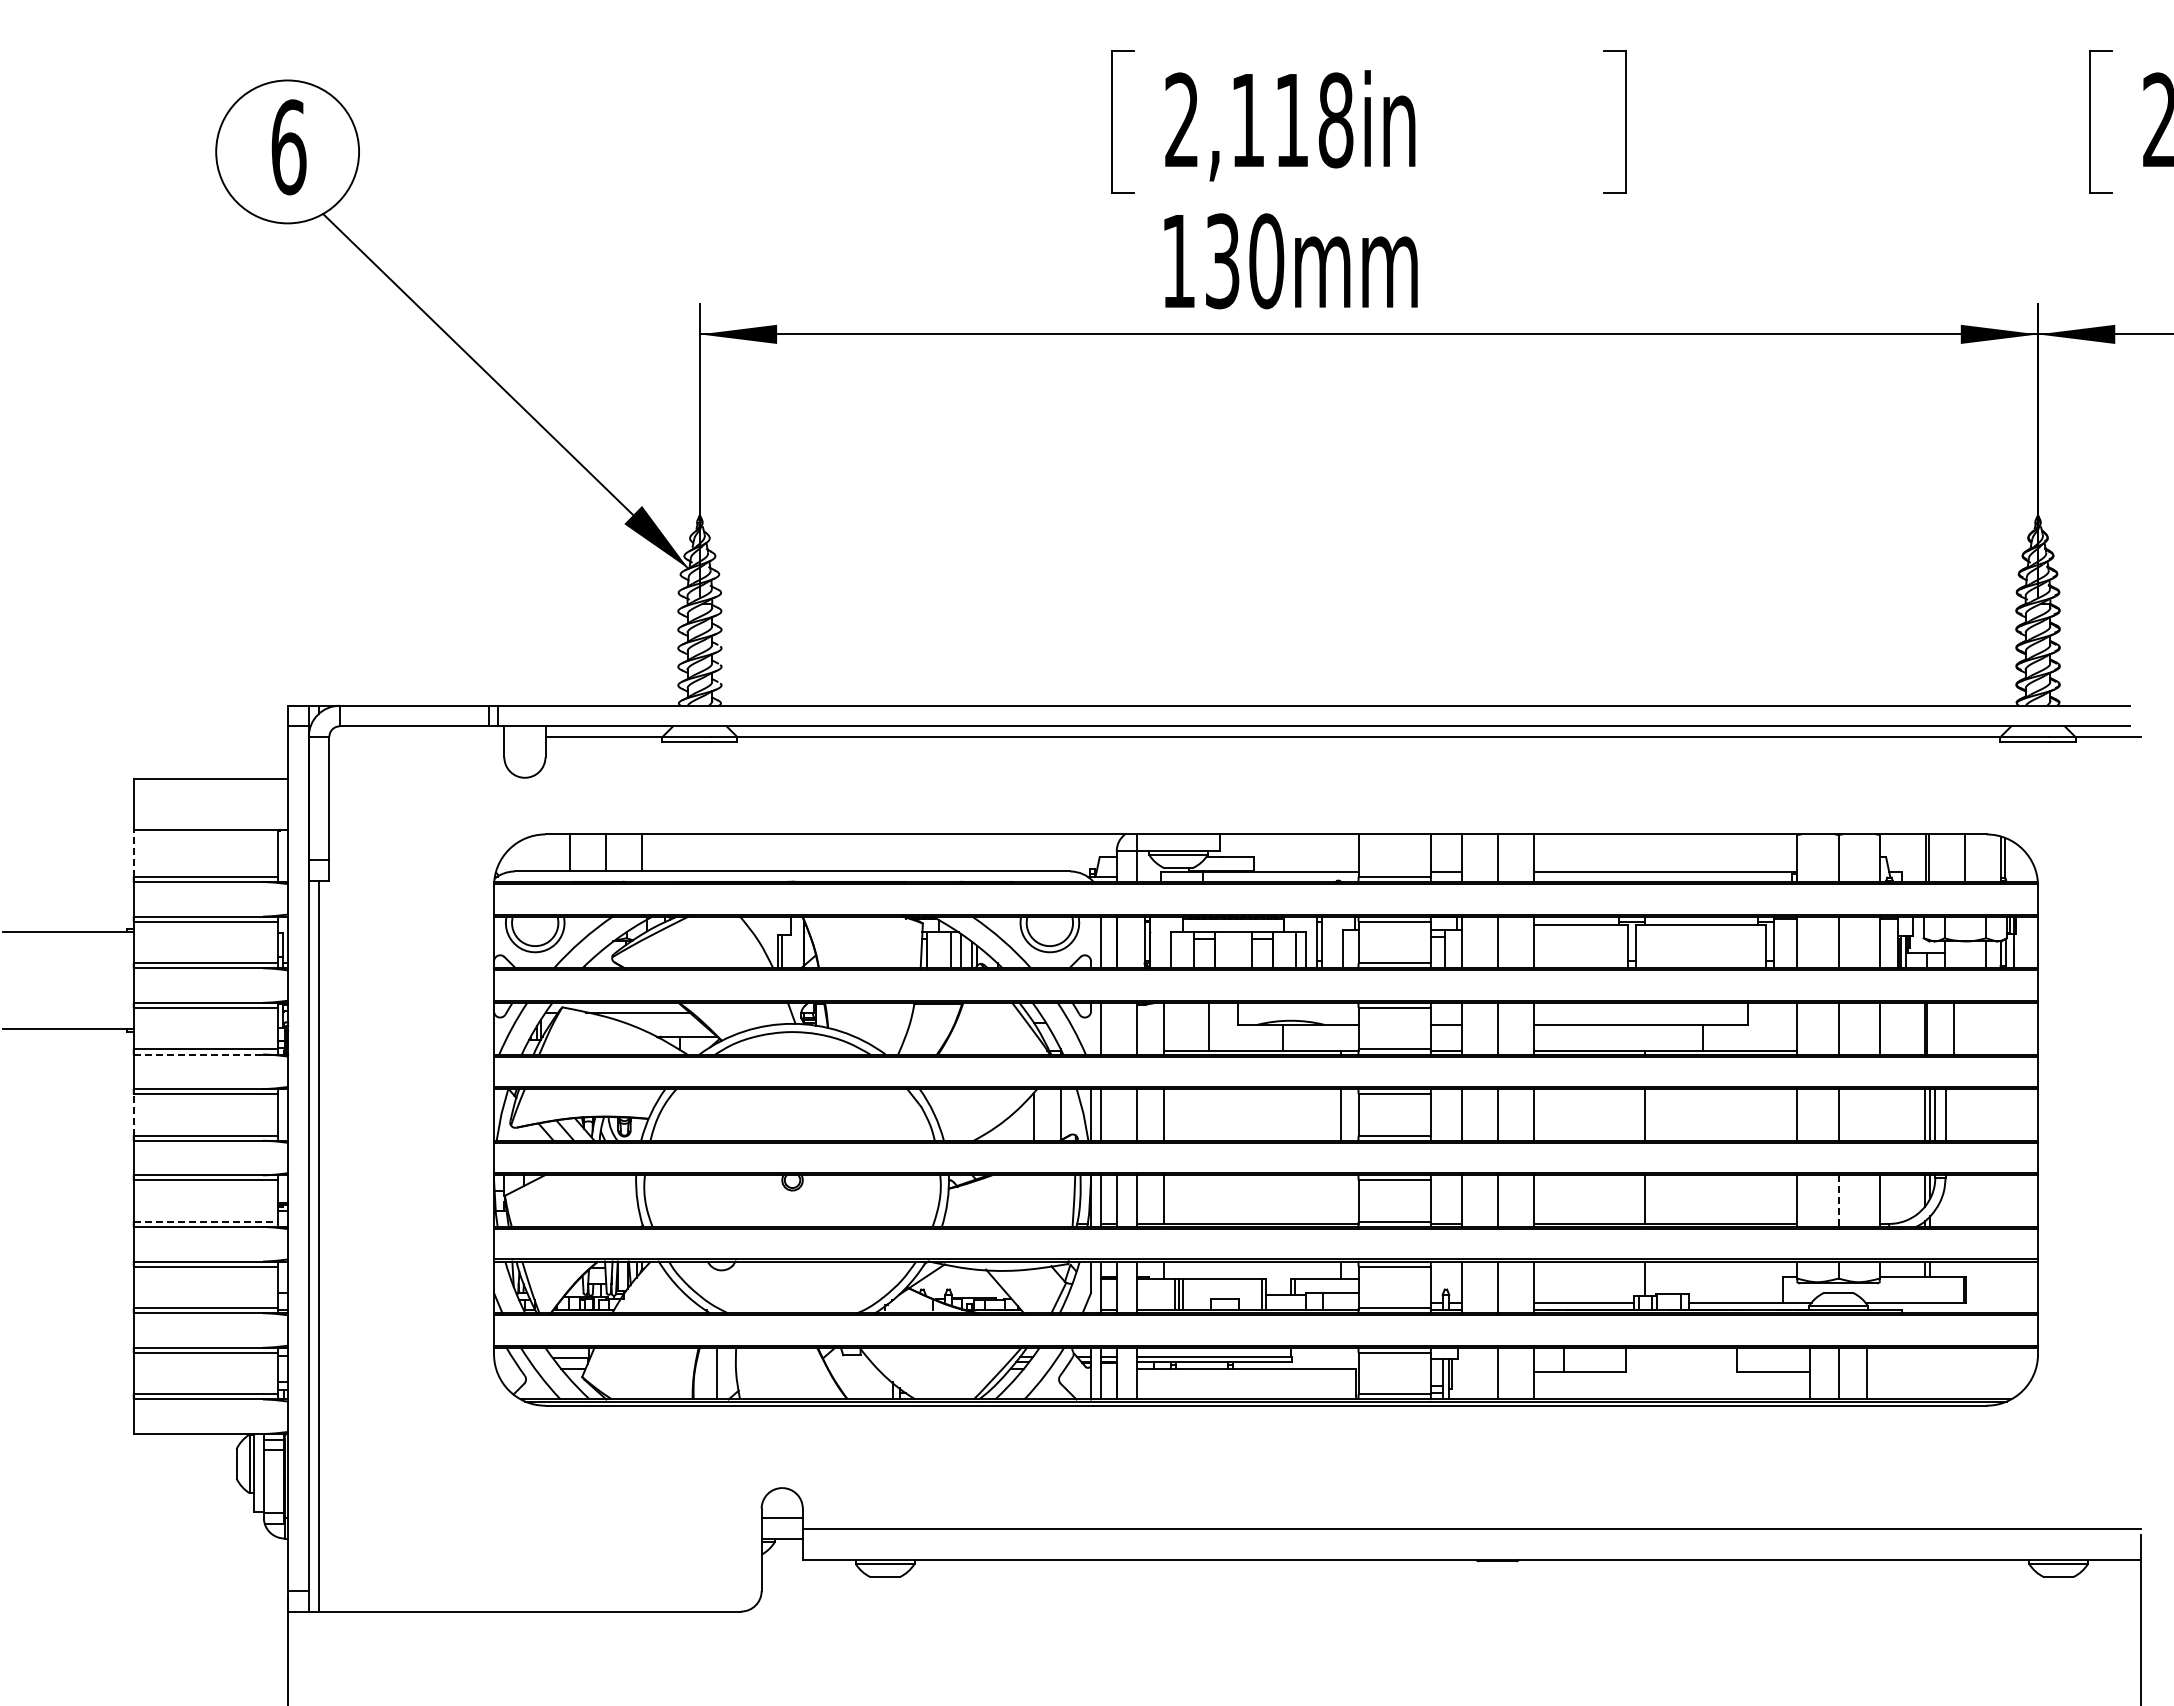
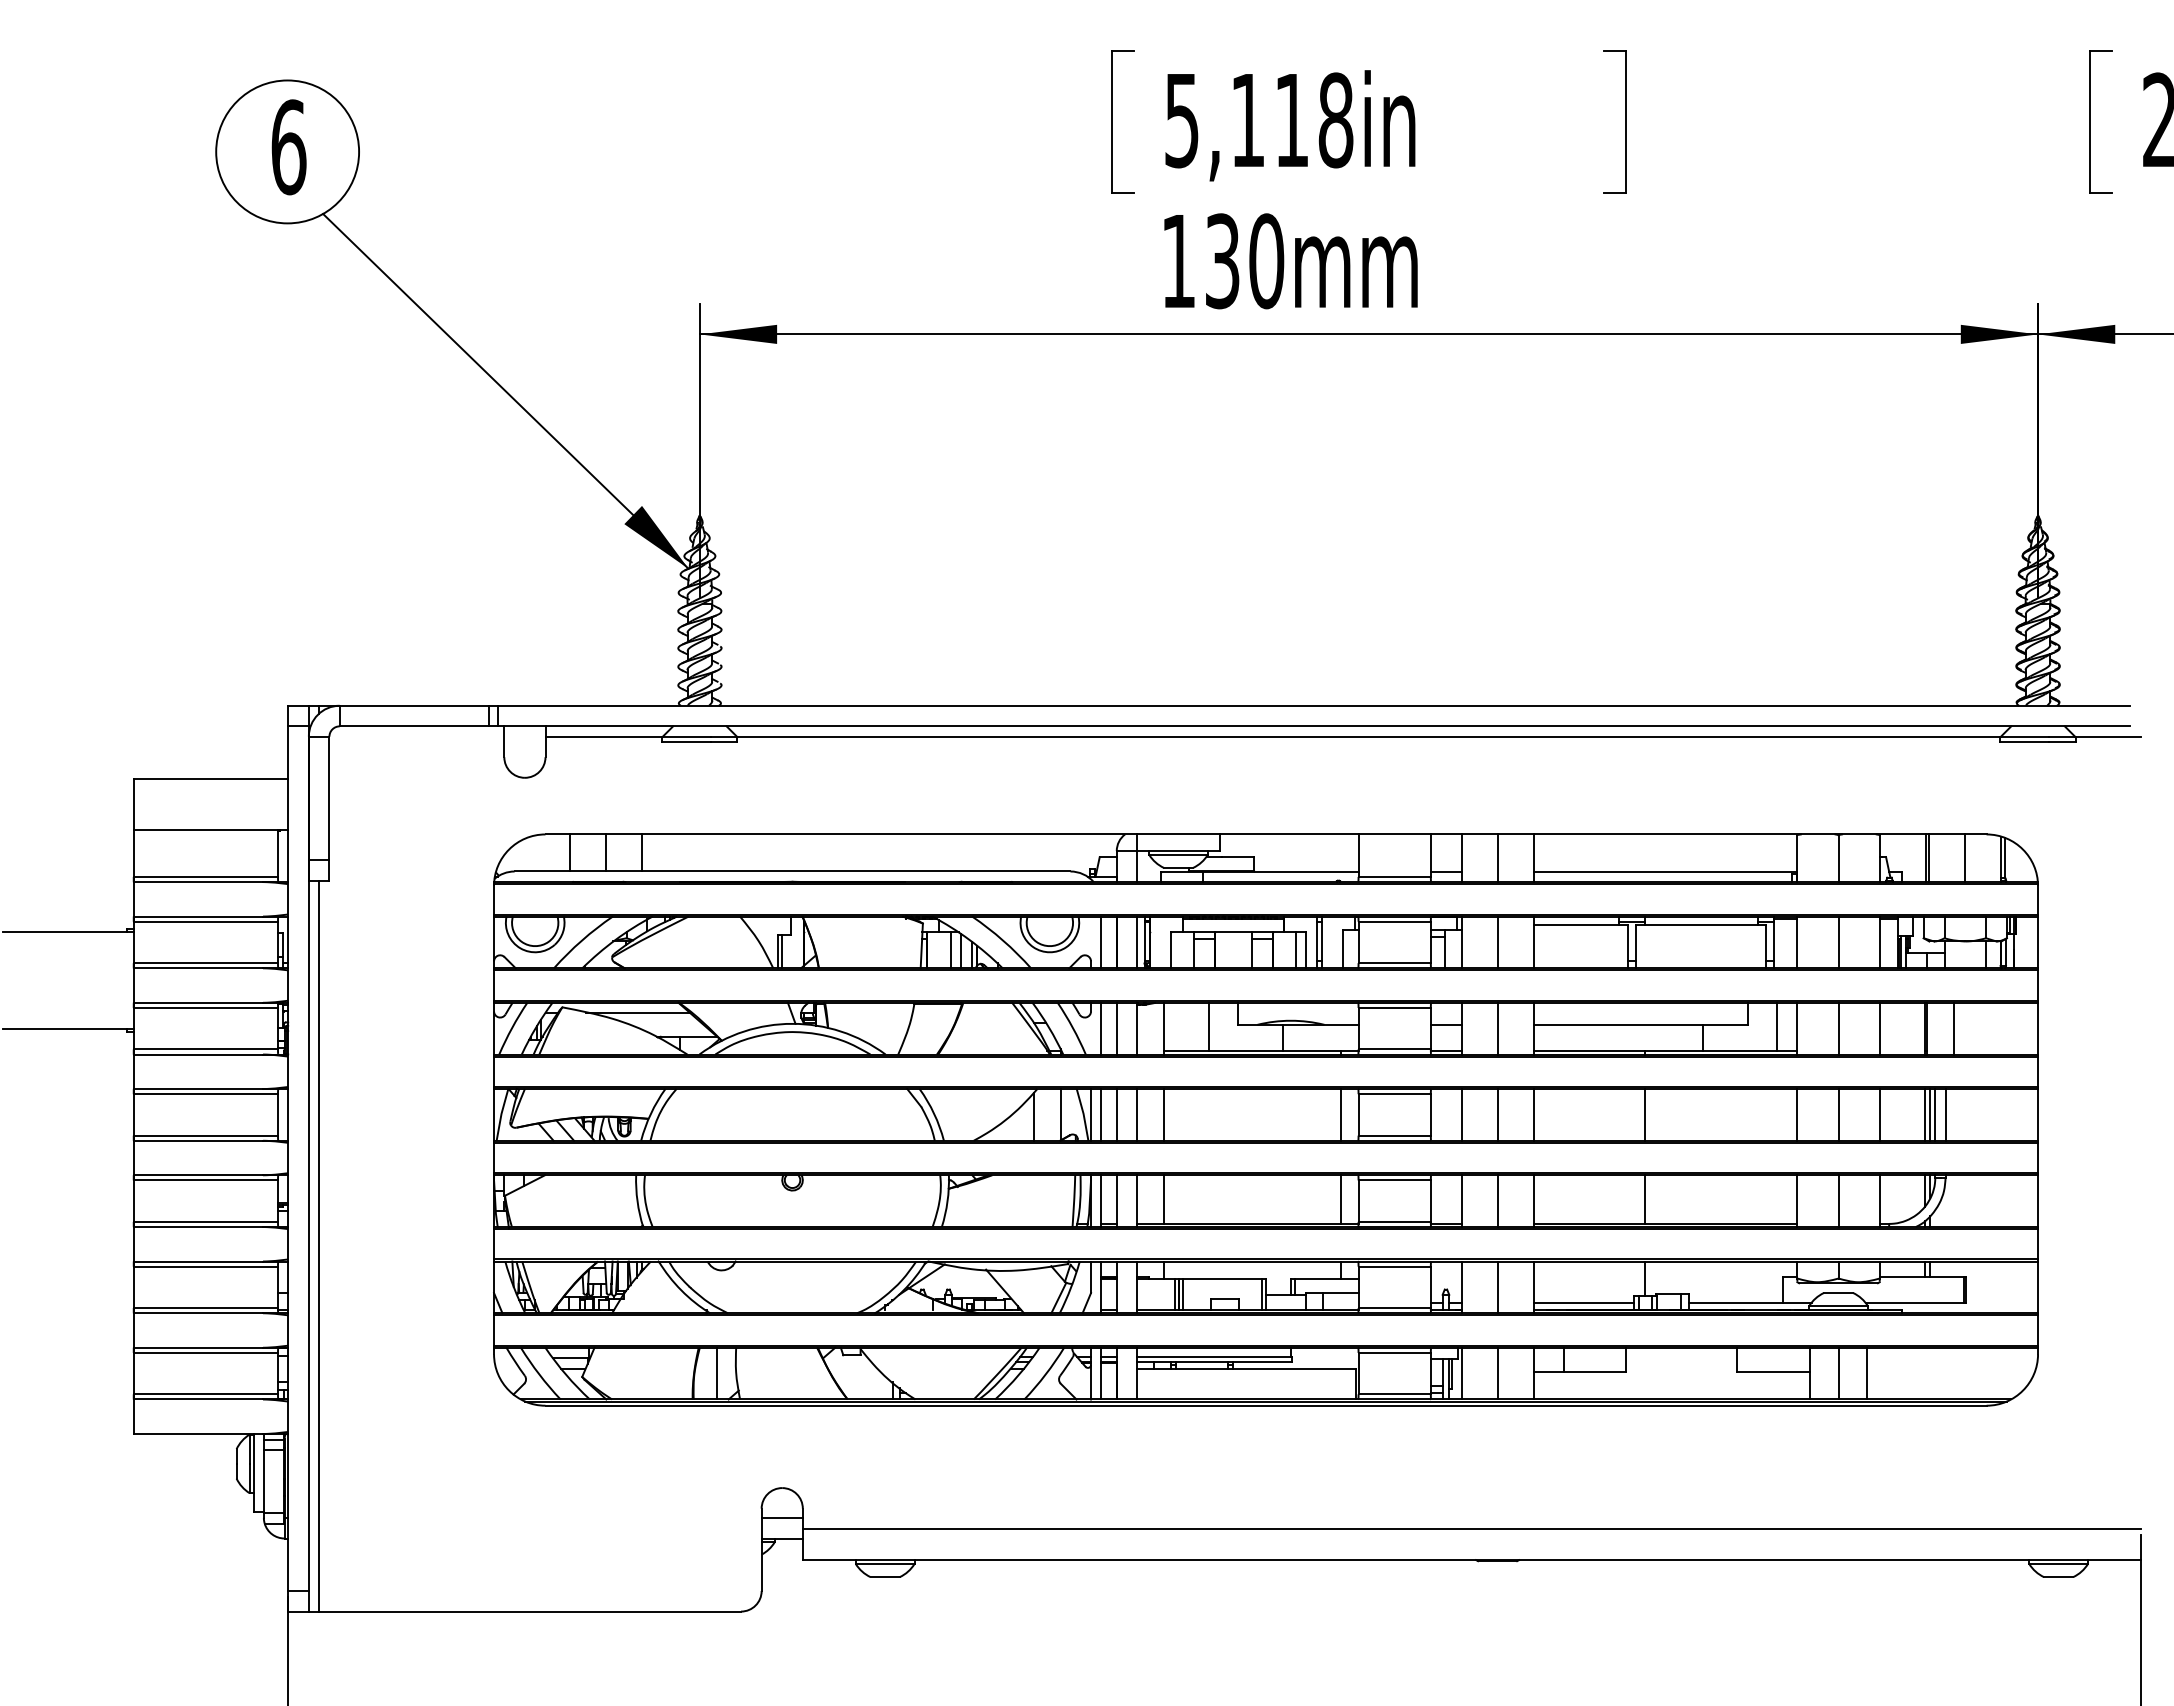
text at (1181, 120): 2,118in -> 5,118in
line at (133, 853): dashed -> solid
line at (1137, 942): none -> present
line at (1776, 1026): none -> present
line at (1116, 1028): none -> present
line at (198, 1054): dashed -> solid
line at (133, 1114): dashed -> solid
line at (1116, 1114): none -> present
line at (1879, 1114): none -> present
line at (1340, 1199): none -> present
line at (1838, 1201): dashed -> solid
line at (206, 1221): dashed -> solid
line at (1461, 1373): none -> present
